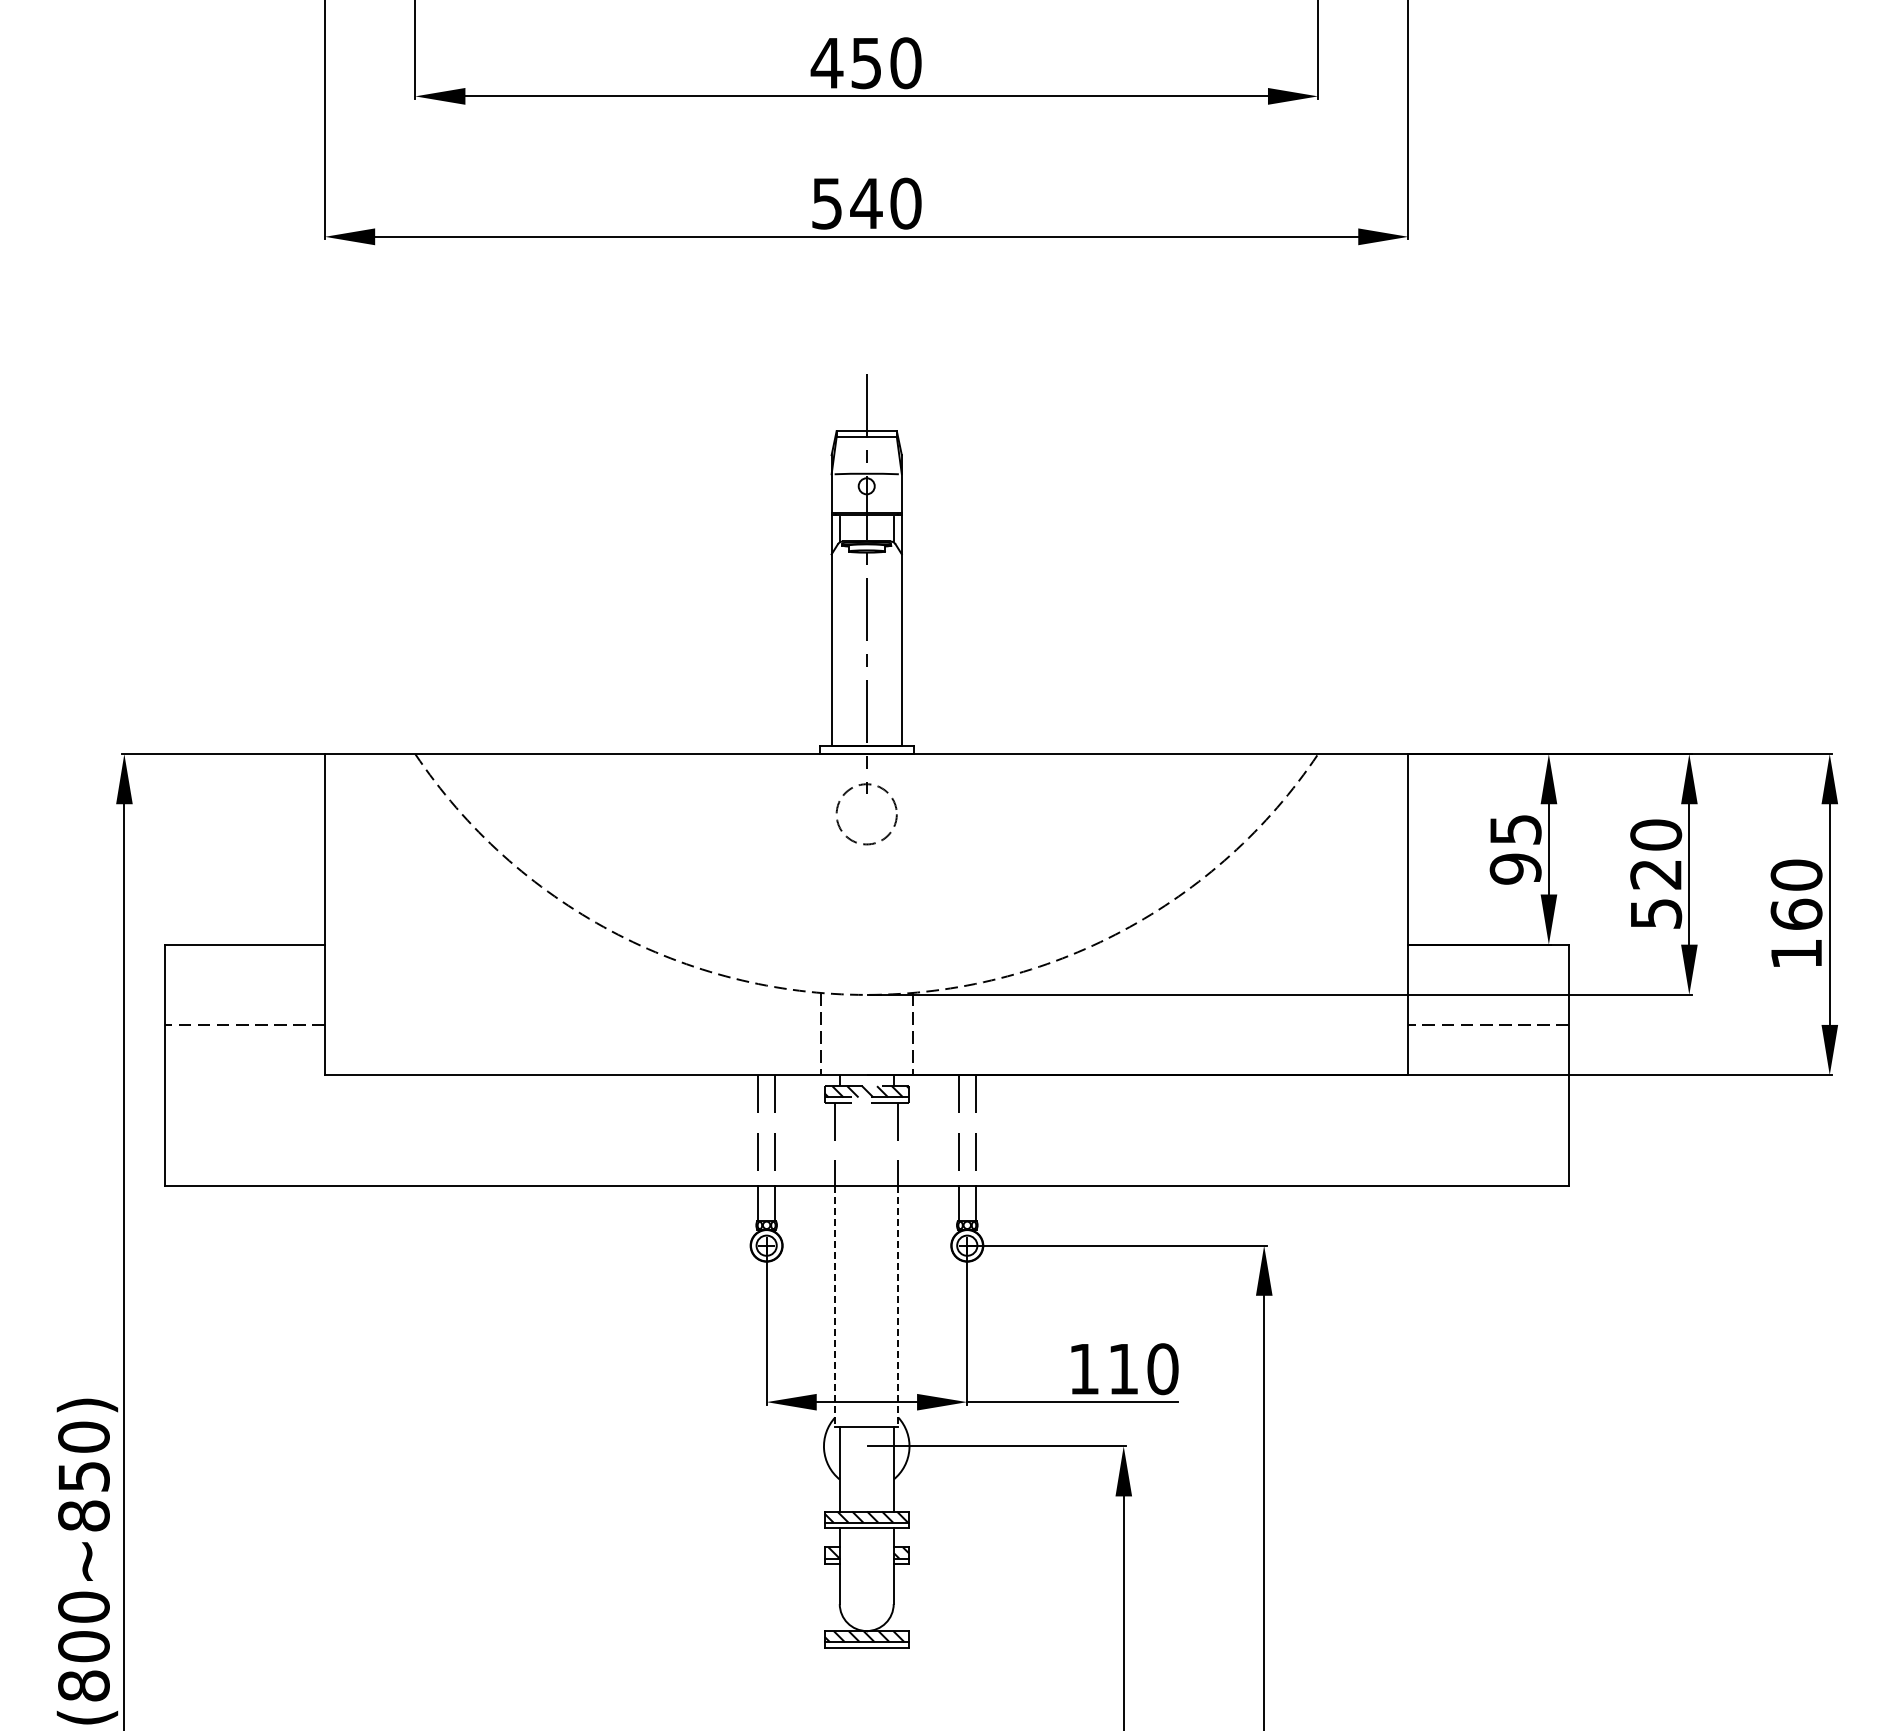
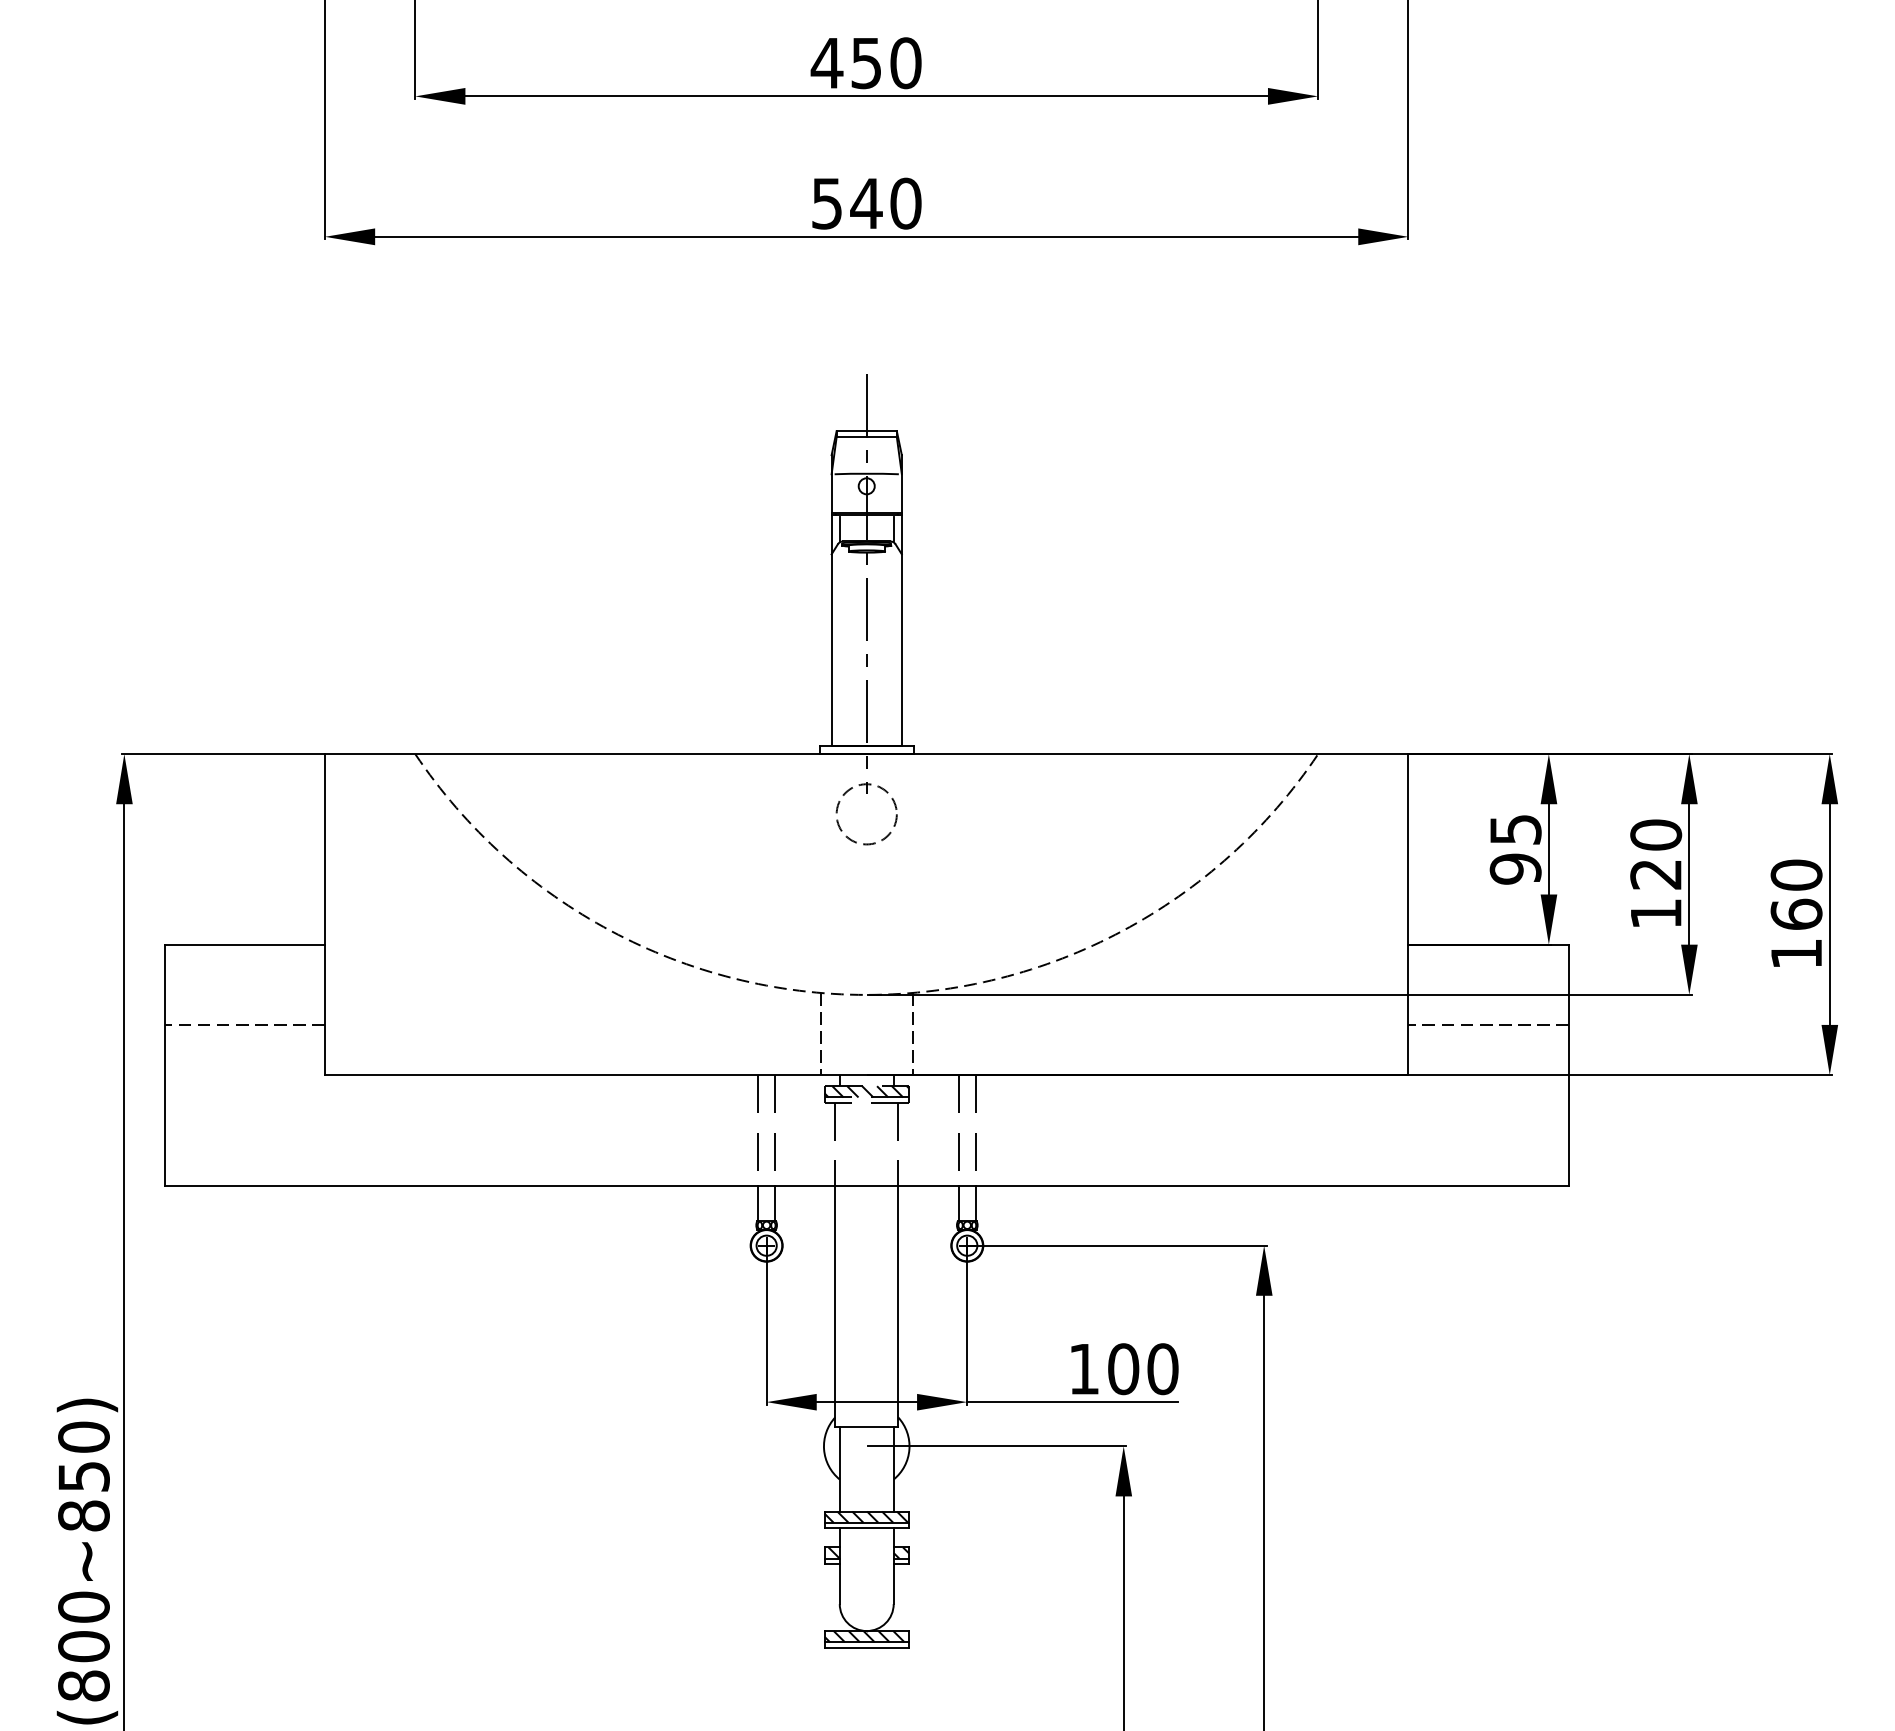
text at (1656, 913): 520 -> 120
line at (835, 1306): dashed -> solid
line at (898, 1306): dashed -> solid
text at (1123, 1369): 110 -> 100
